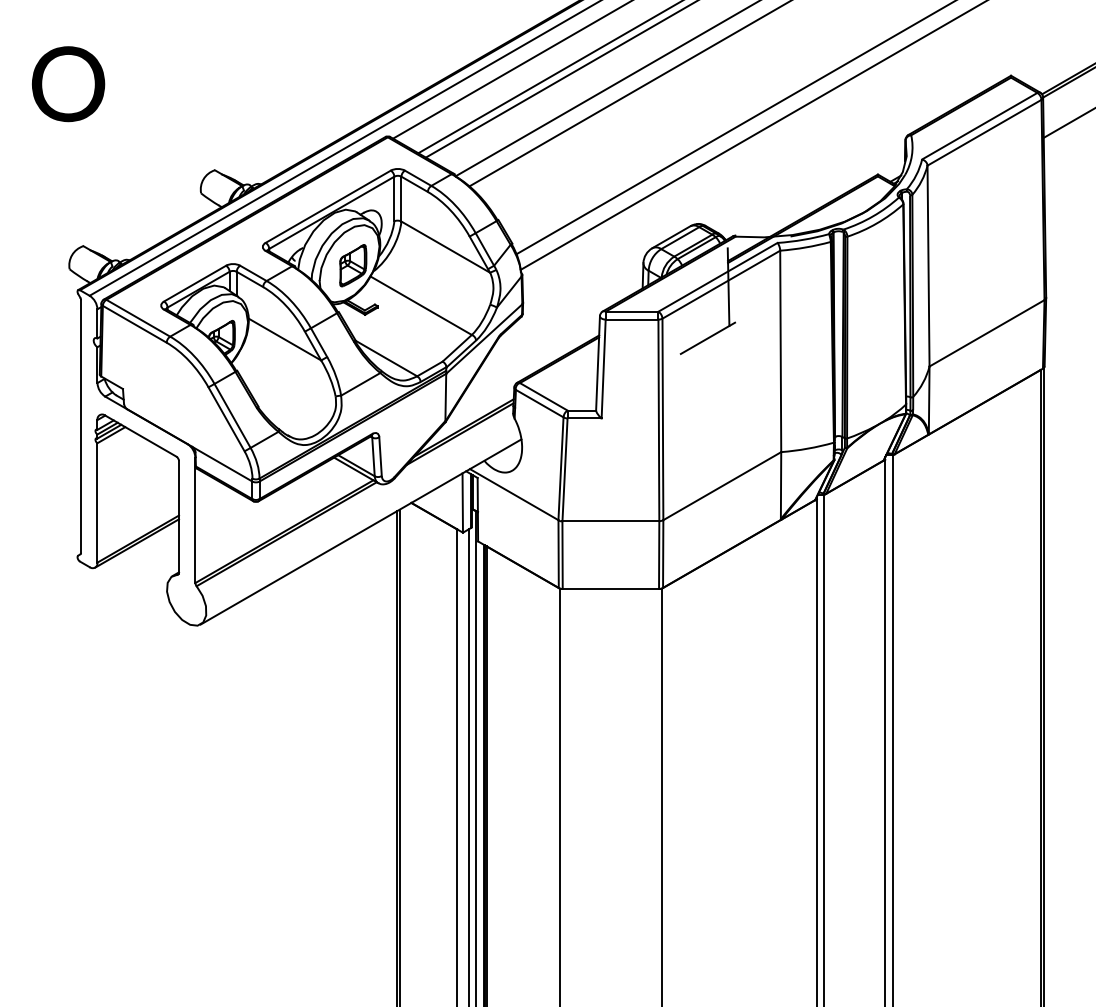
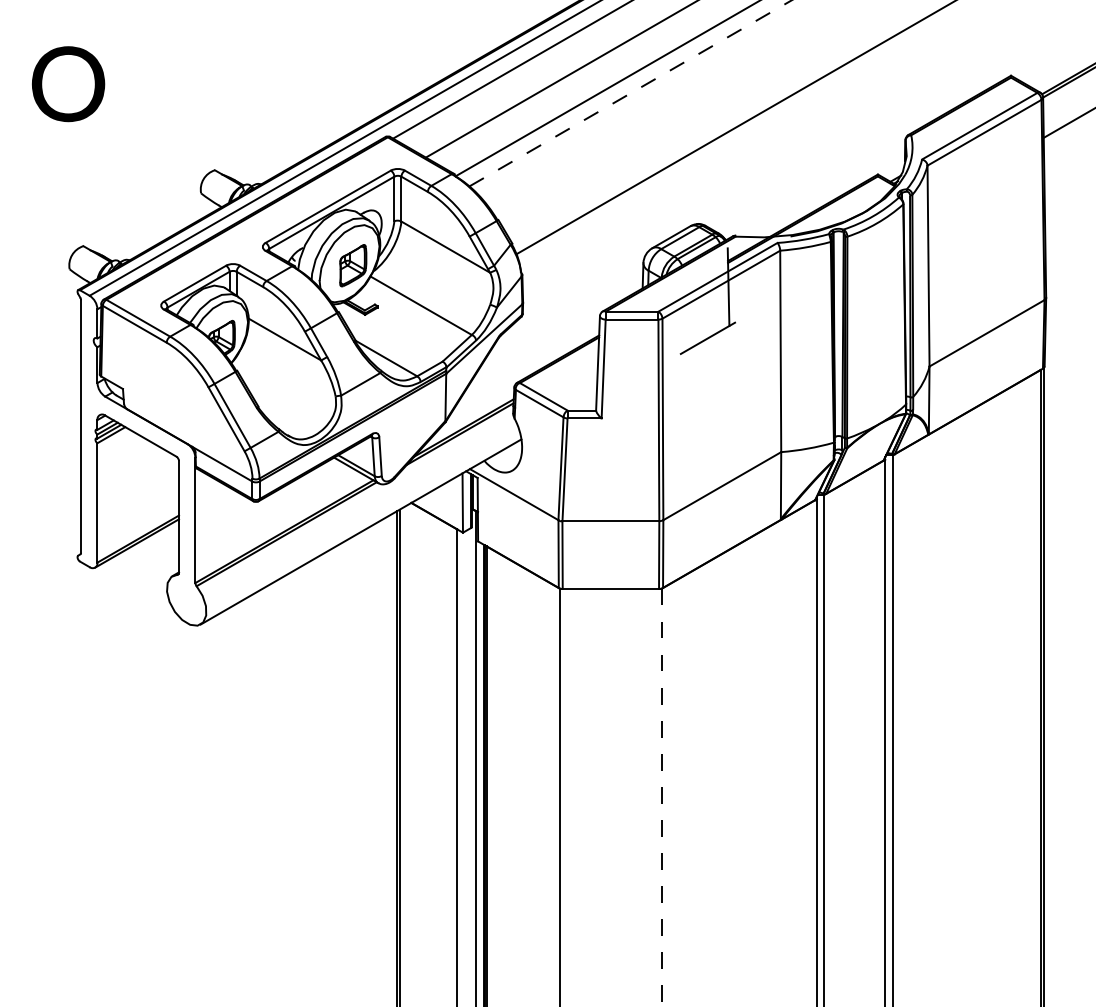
line at (548, 77): present -> none
line at (630, 93): solid -> dashed
line at (752, 135): present -> none
line at (468, 766): present -> none
line at (661, 797): solid -> dashed
